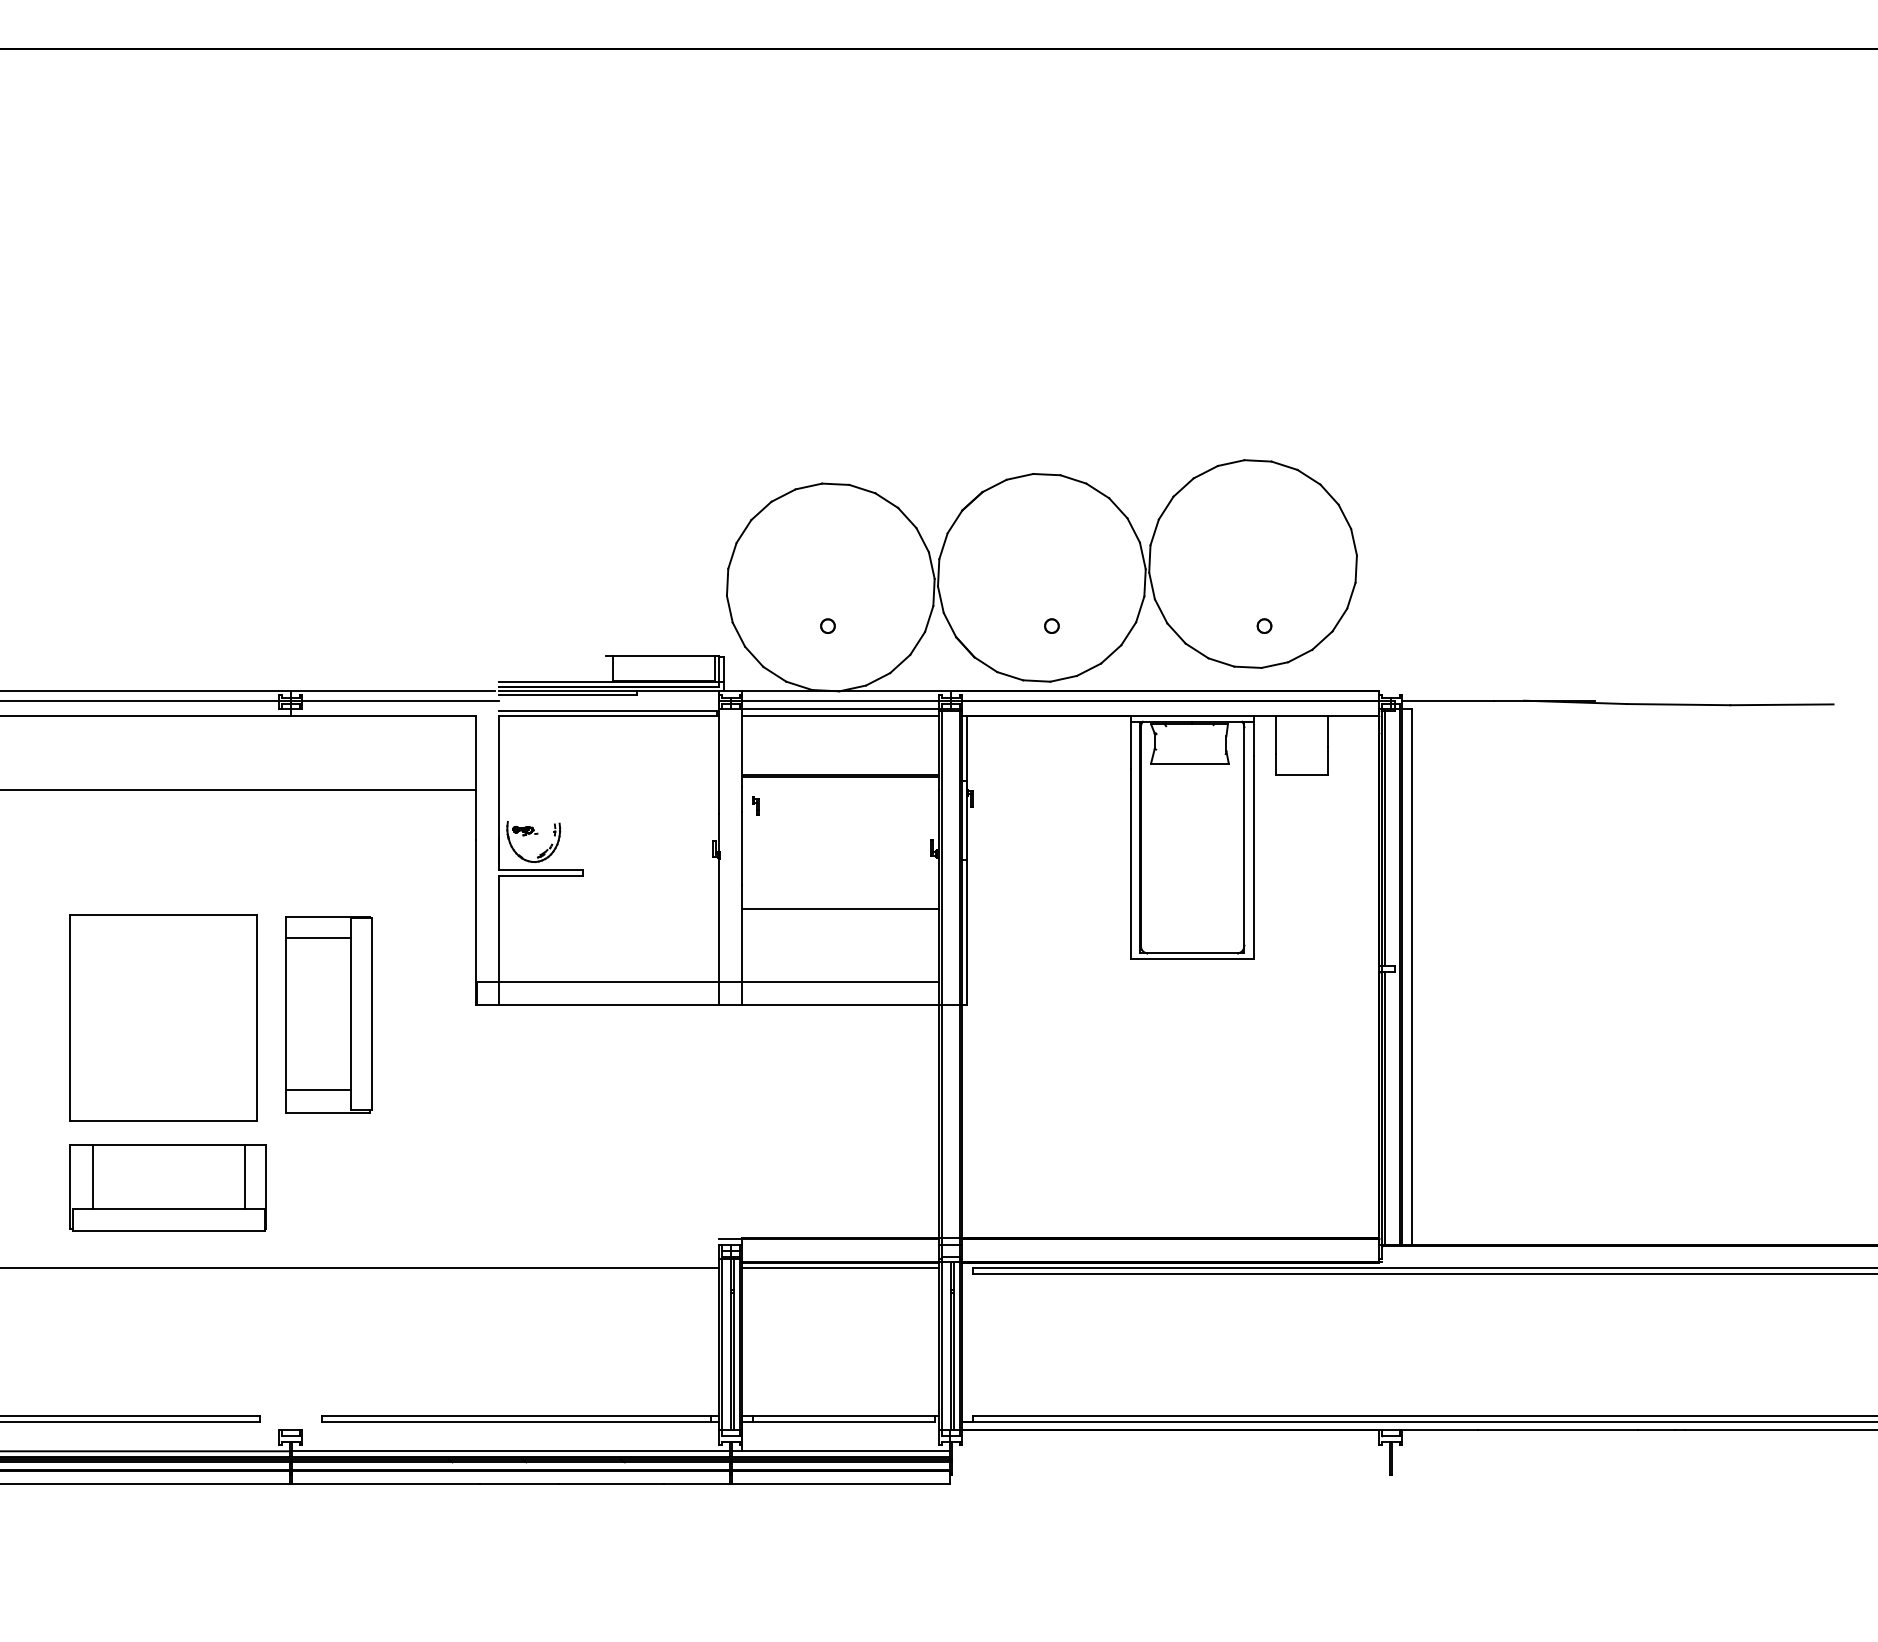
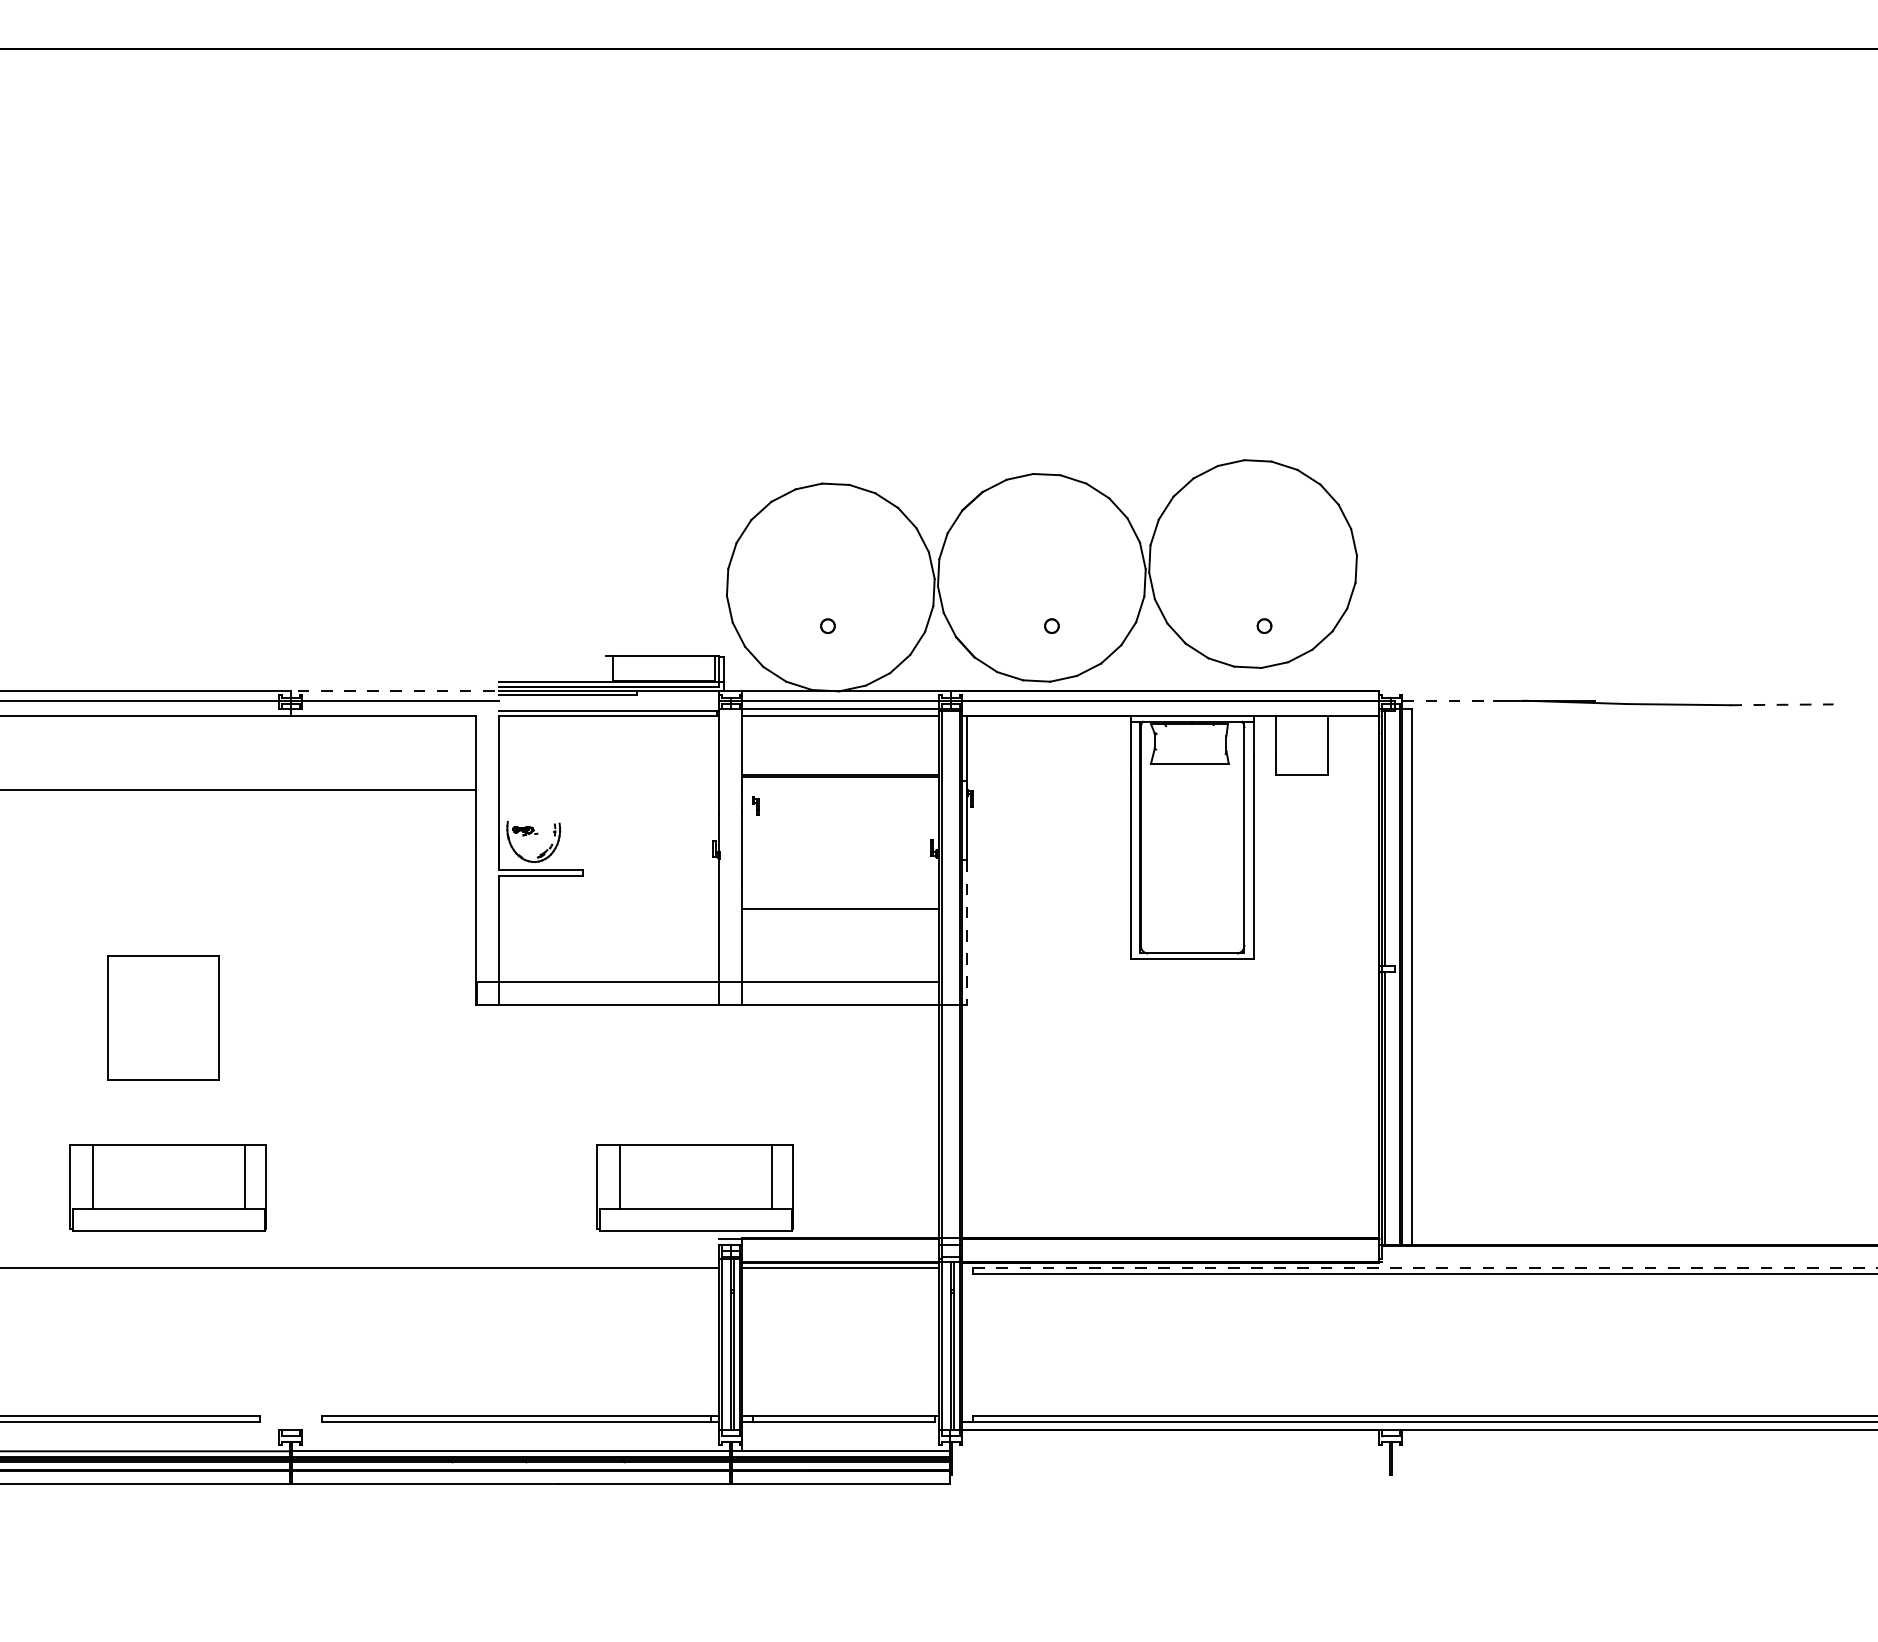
line at (392, 691): solid -> dashed
line at (1448, 700): solid -> dashed
line at (1781, 704): solid -> dashed
line at (966, 933): solid -> dashed
part at (328, 1014): present -> none
part at (163, 1017) size: 189x208 px -> 113x126 px
part at (694, 1187): none -> present
line at (1425, 1268): solid -> dashed
